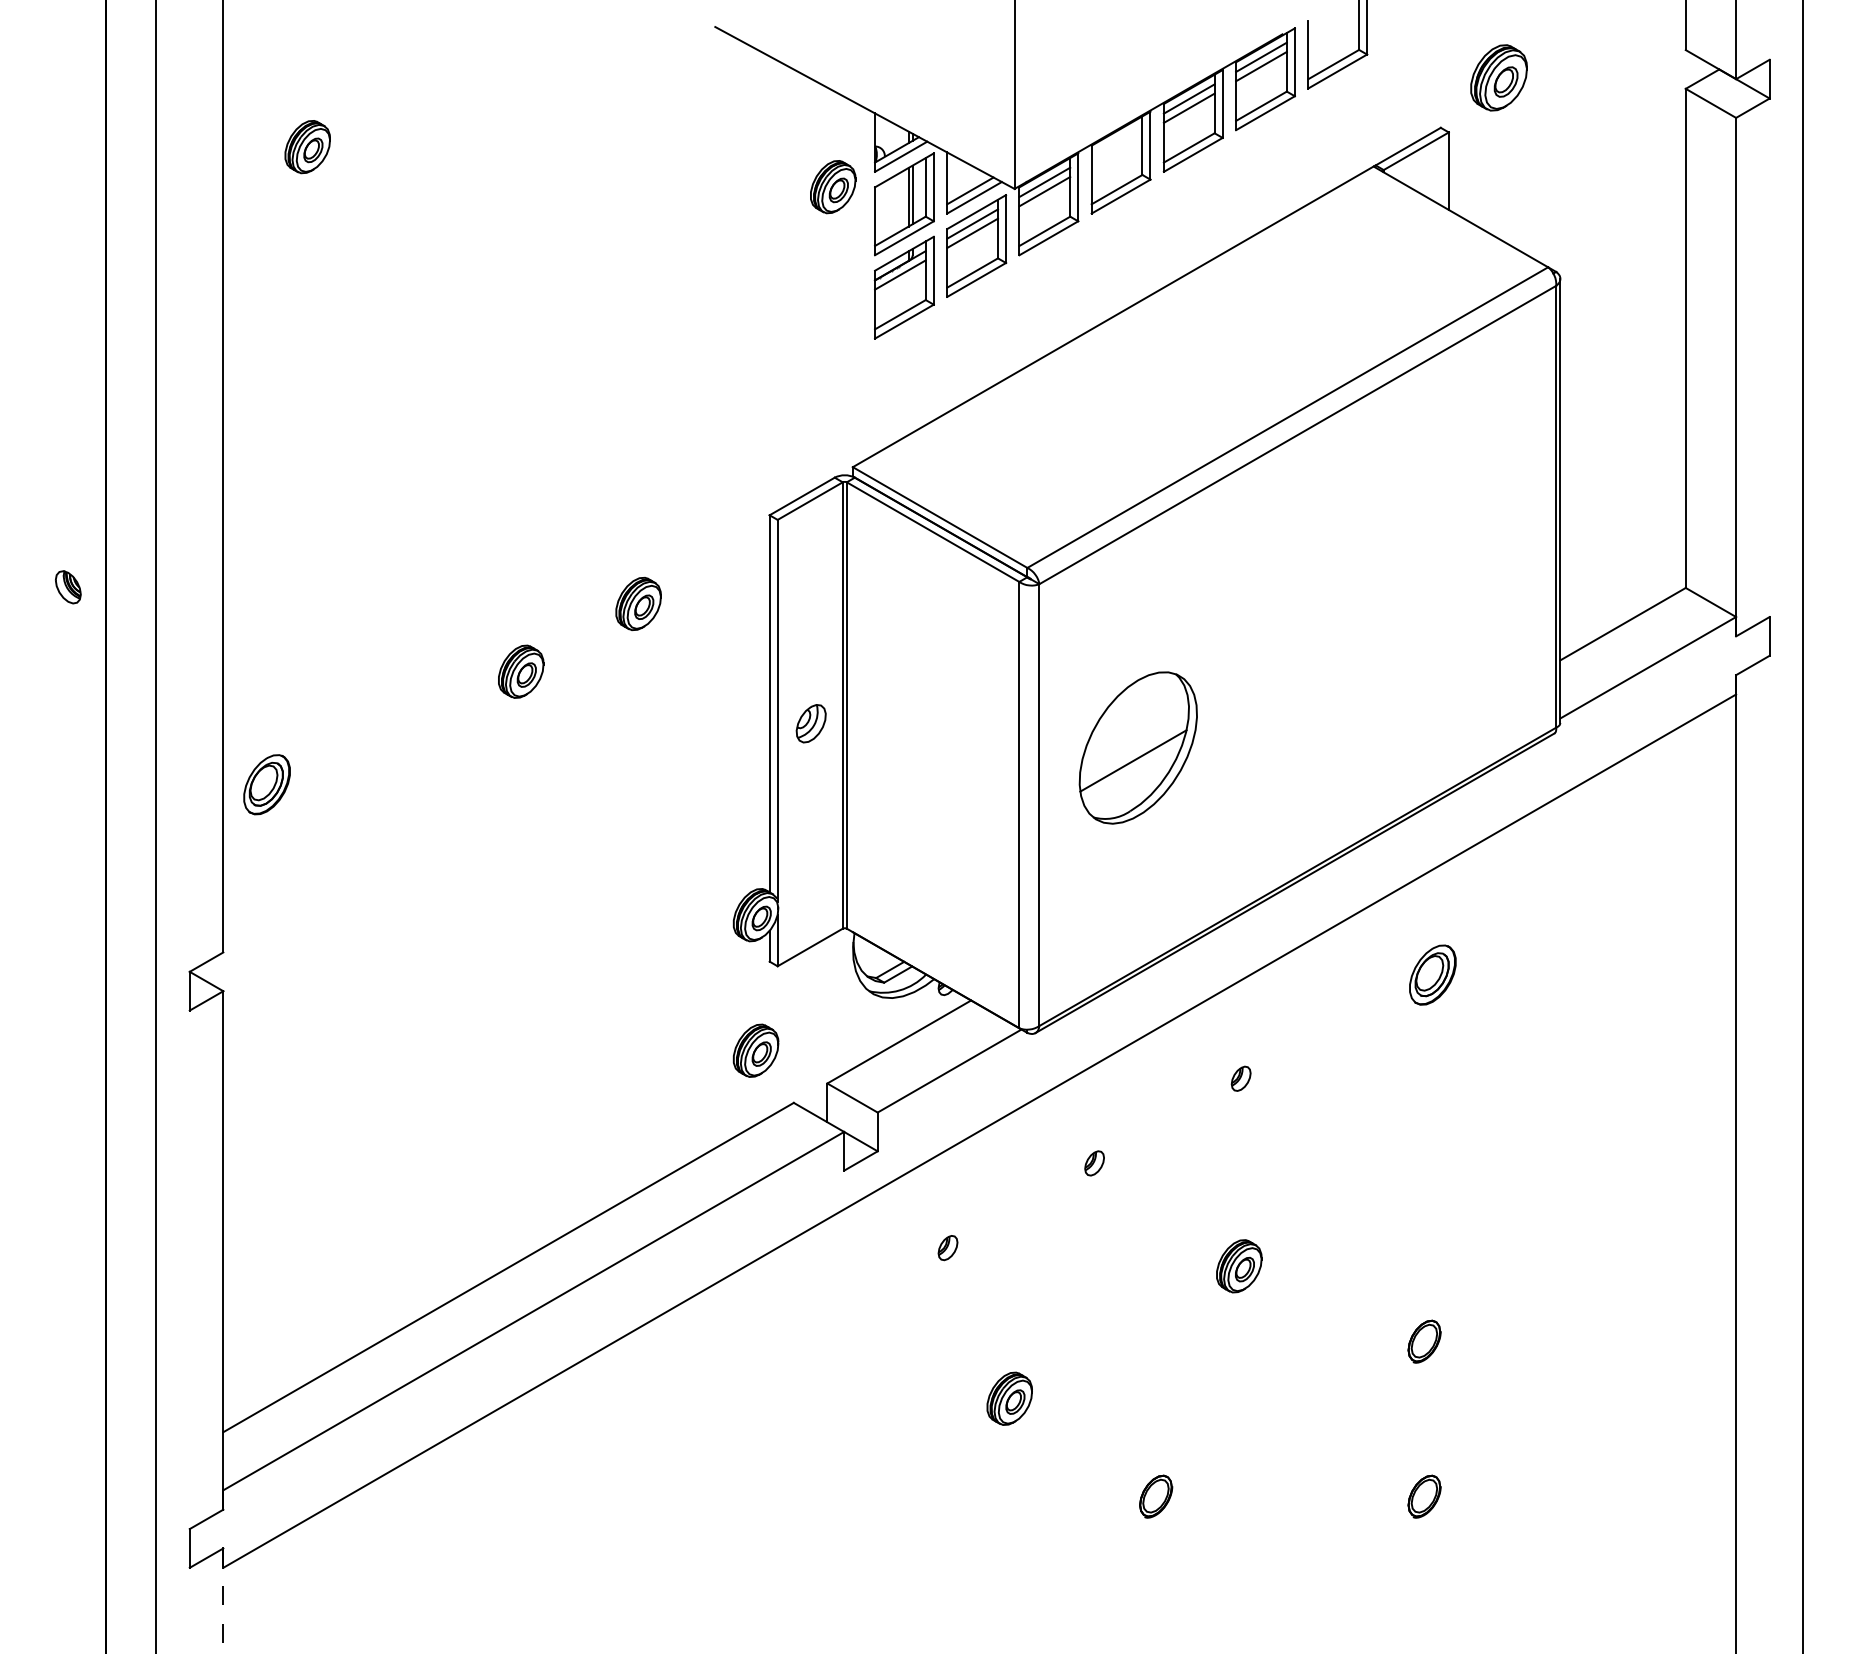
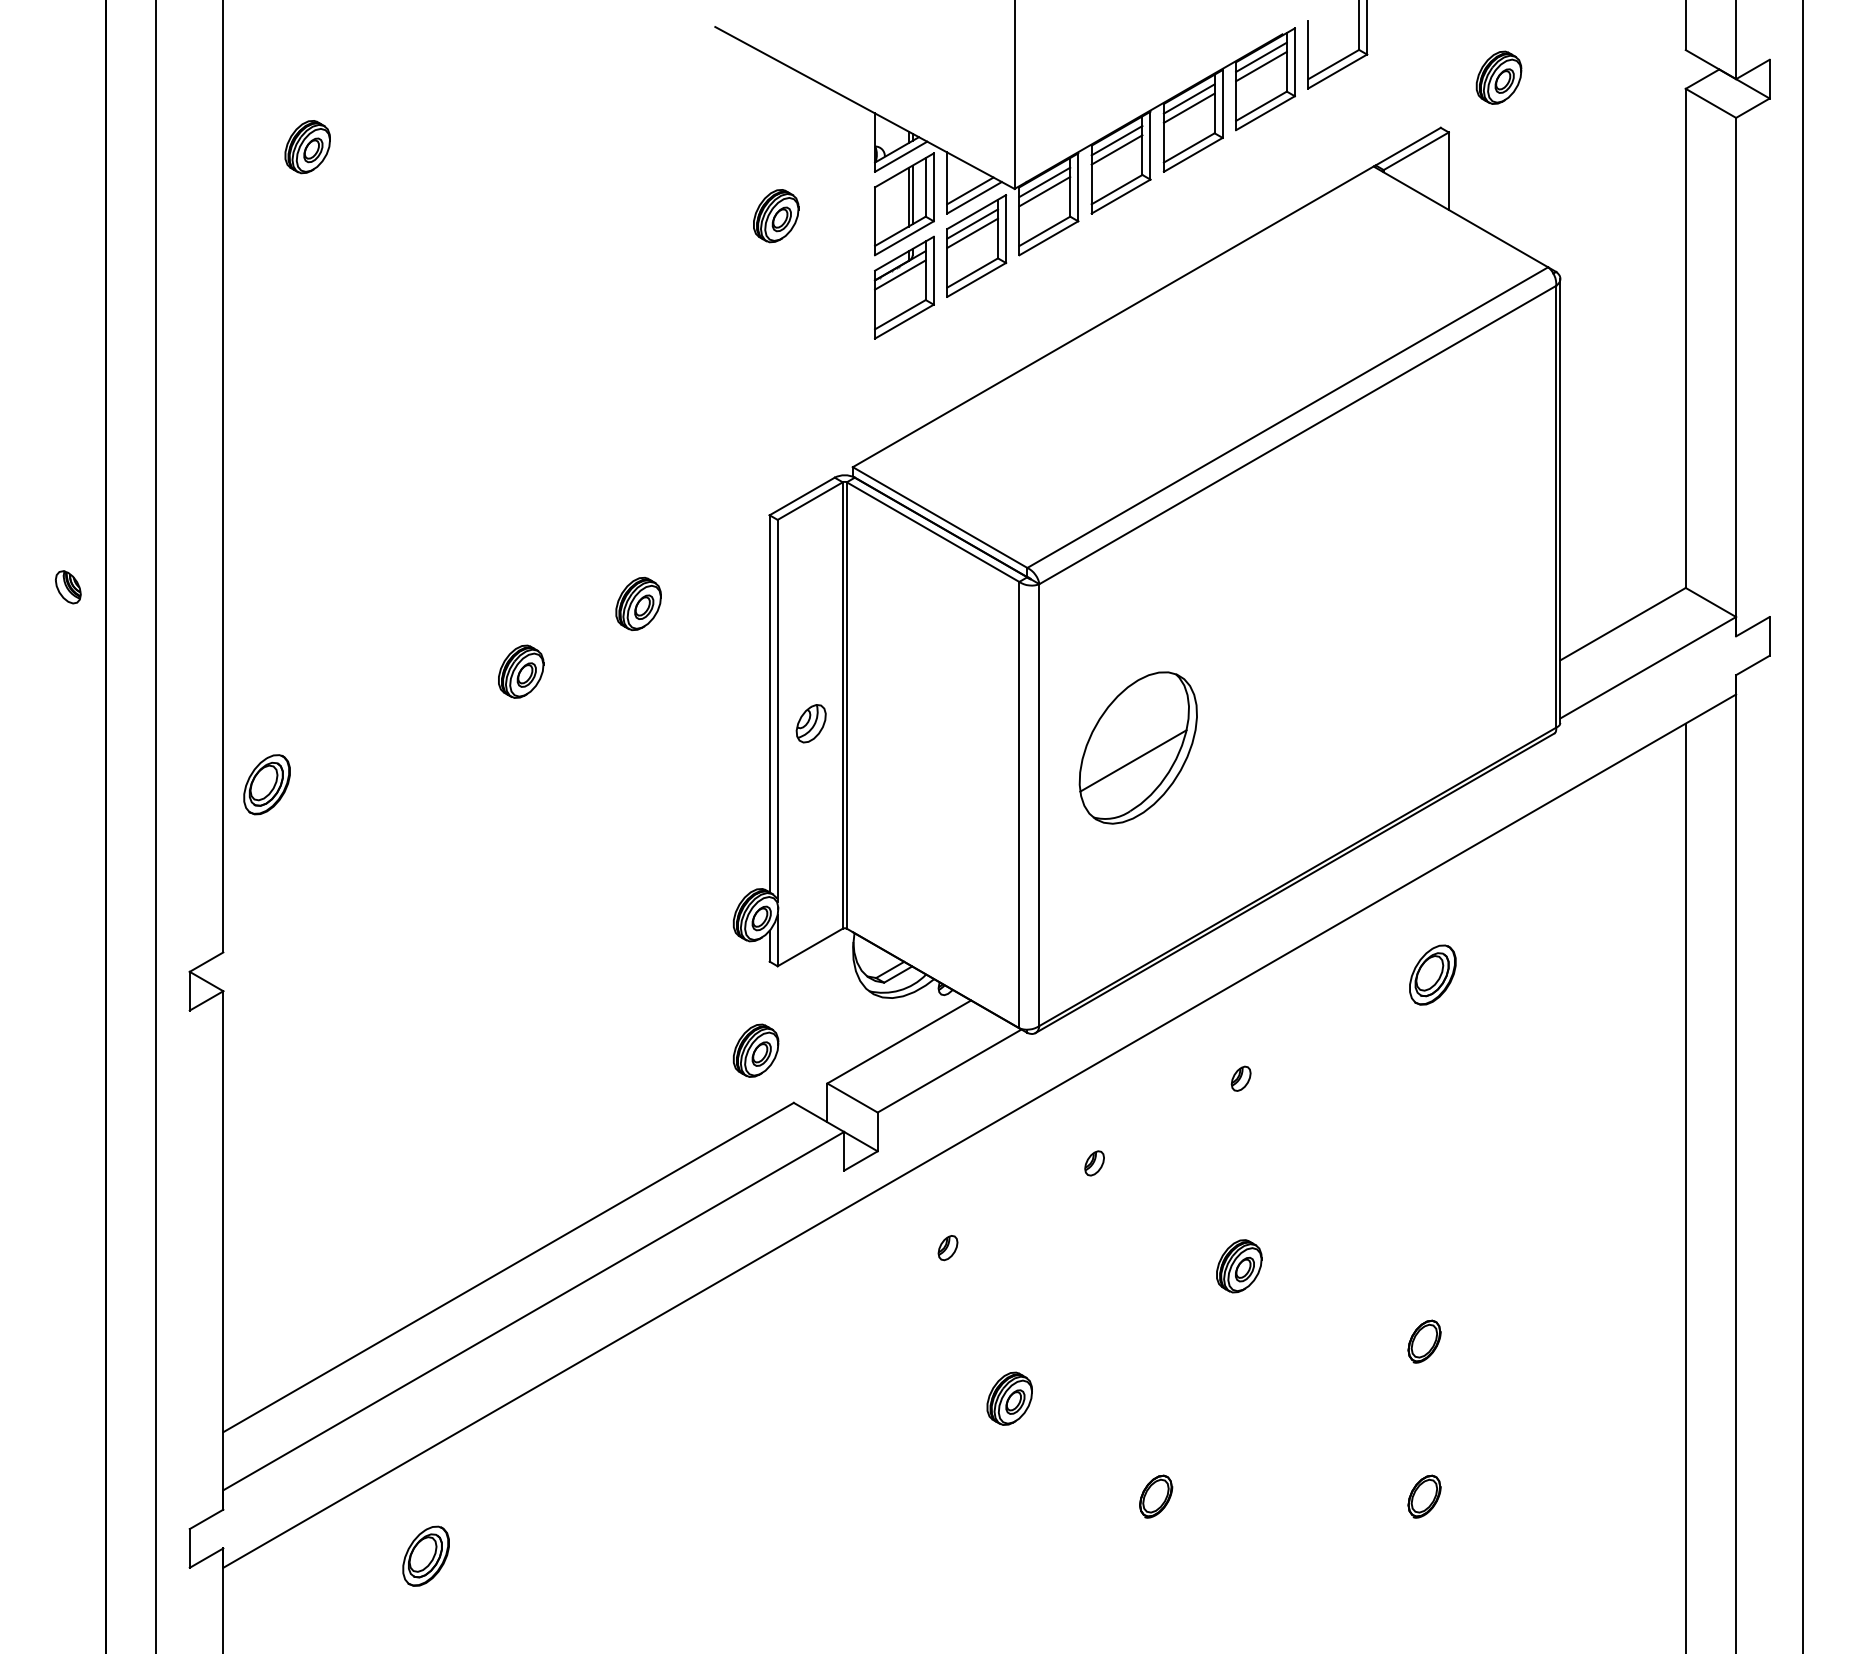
part at (1498, 77) size: 58x68 px -> 48x55 px
line at (1116, 140): none -> present
line at (1116, 149): none -> present
part at (833, 187) position: (833, 187) -> (776, 216)
line at (1685, 1186): none -> present
part at (425, 1555): none -> present
line at (223, 1601): dashed -> solid
